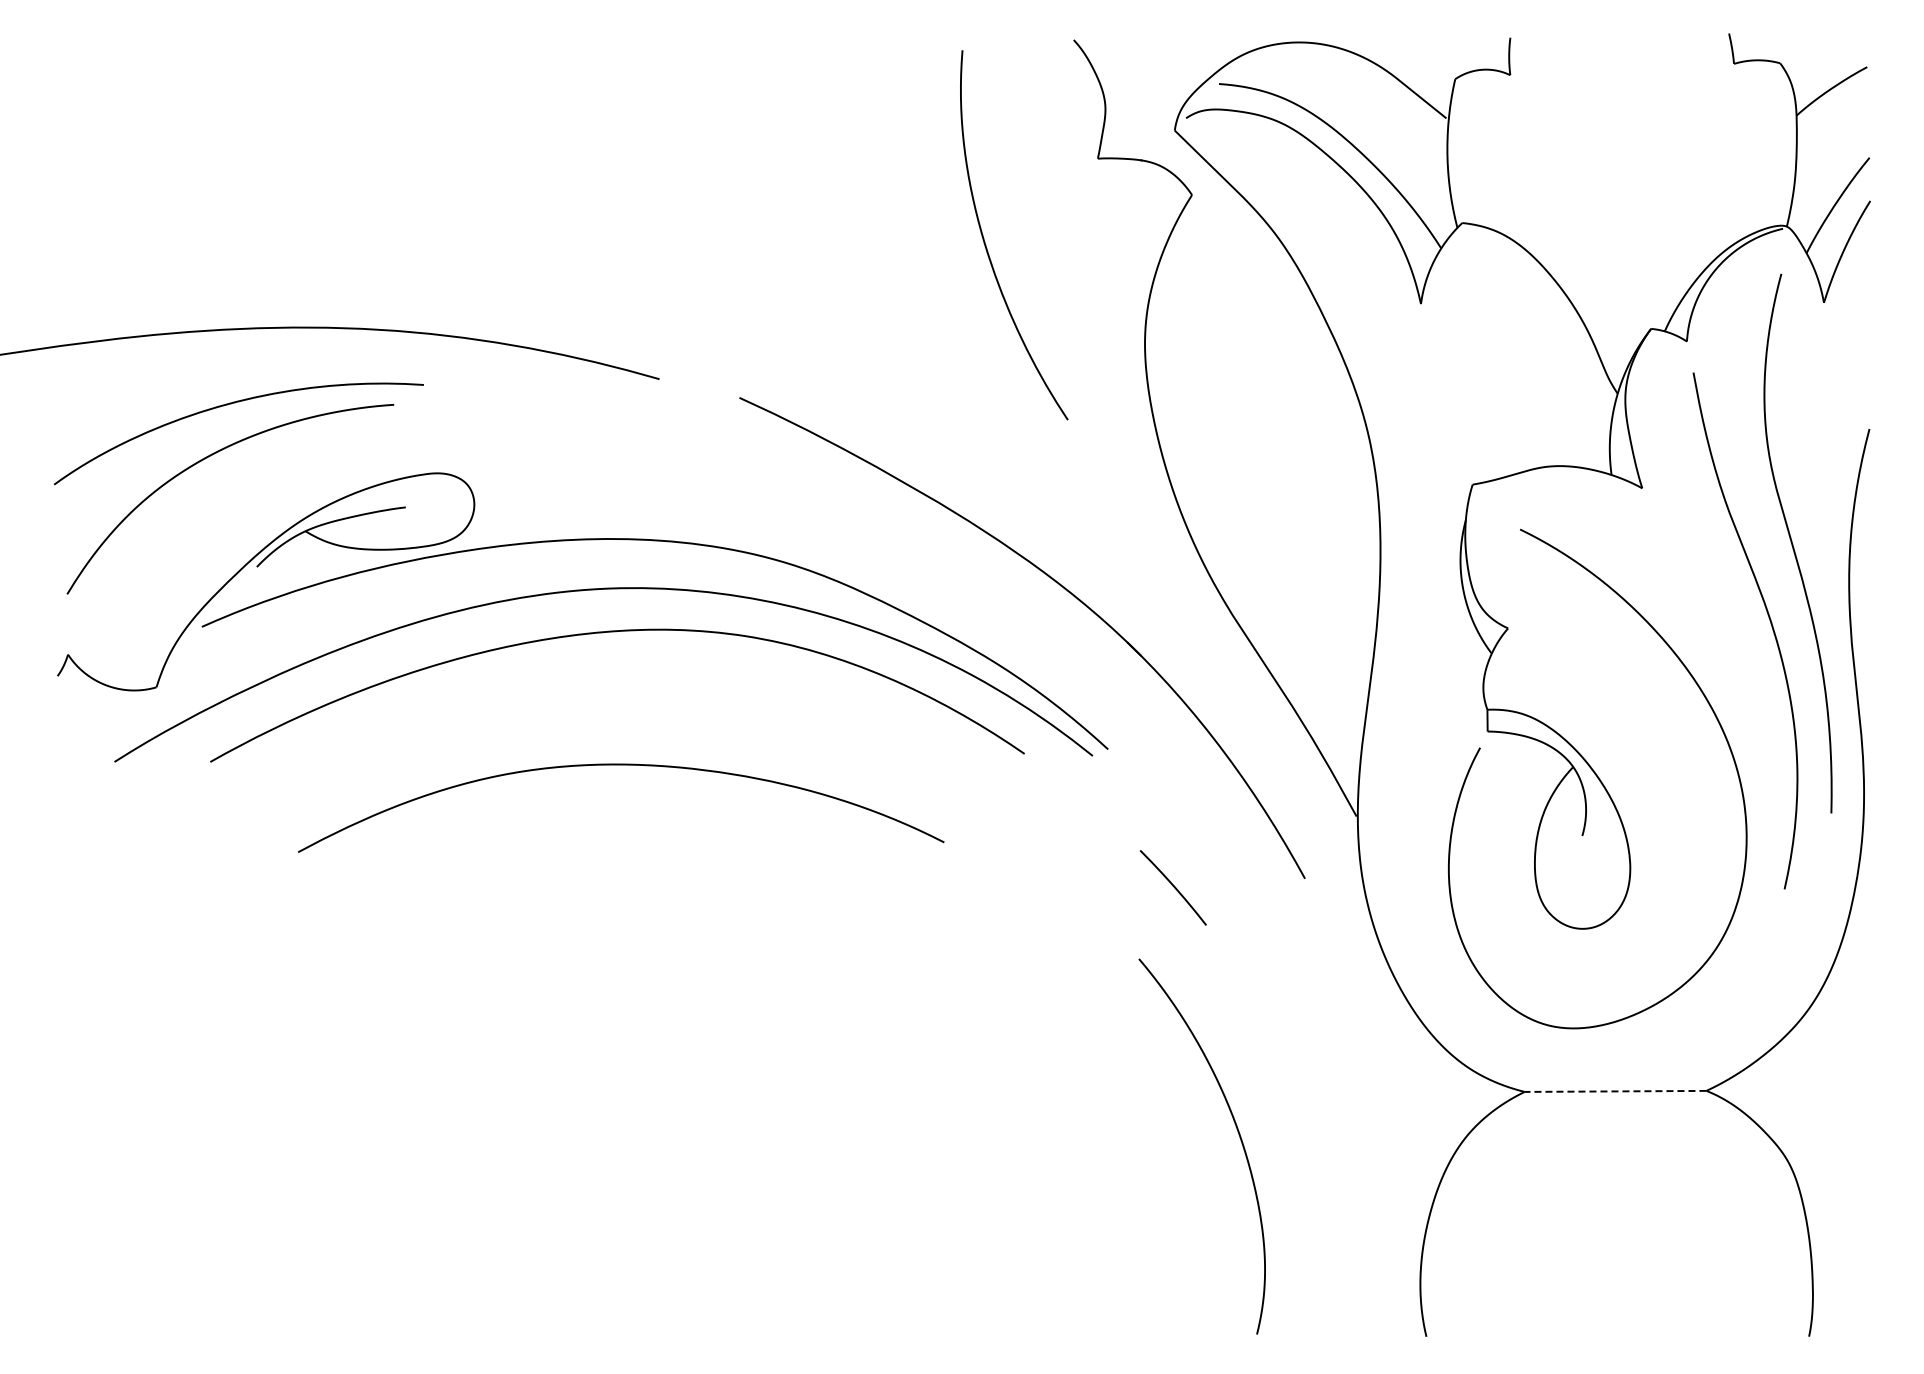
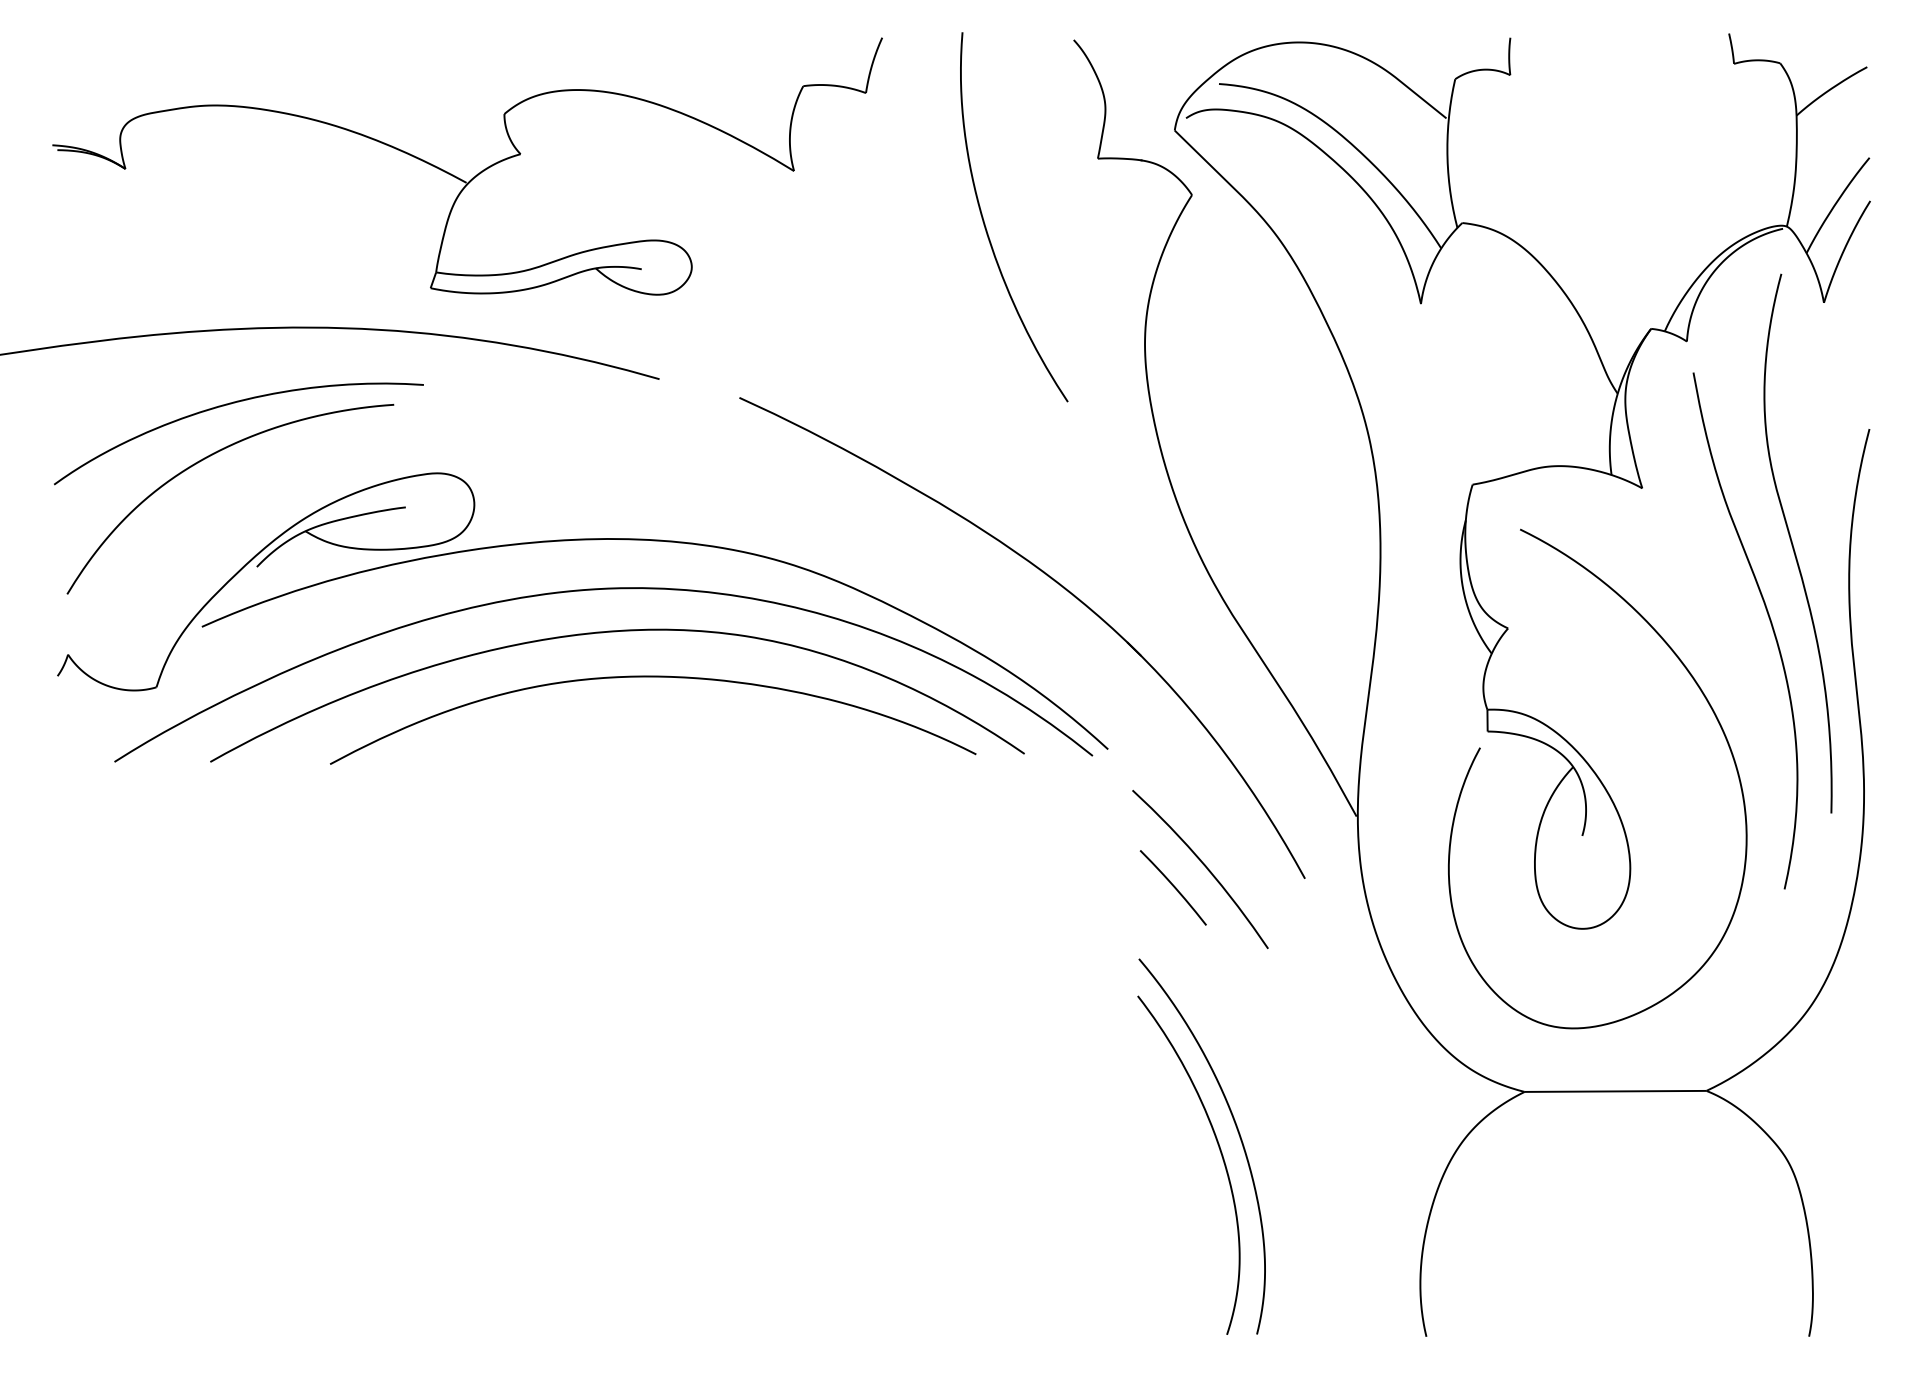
part at (476, 174): none -> present
curve at (985, 241) position: (985, 241) -> (985, 223)
curve at (621, 765) position: (621, 765) -> (653, 677)
curve at (1203, 865): none -> present
line at (1615, 1091): dashed -> solid
curve at (1220, 1153): none -> present
